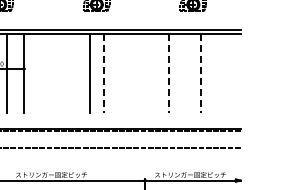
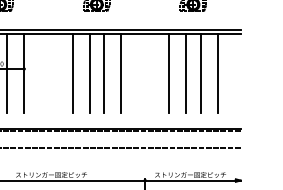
line at (72, 73): none -> present
line at (104, 73): dashed -> solid
line at (120, 73): none -> present
line at (169, 73): dashed -> solid
line at (186, 73): none -> present
line at (200, 73): dashed -> solid
line at (217, 73): none -> present
